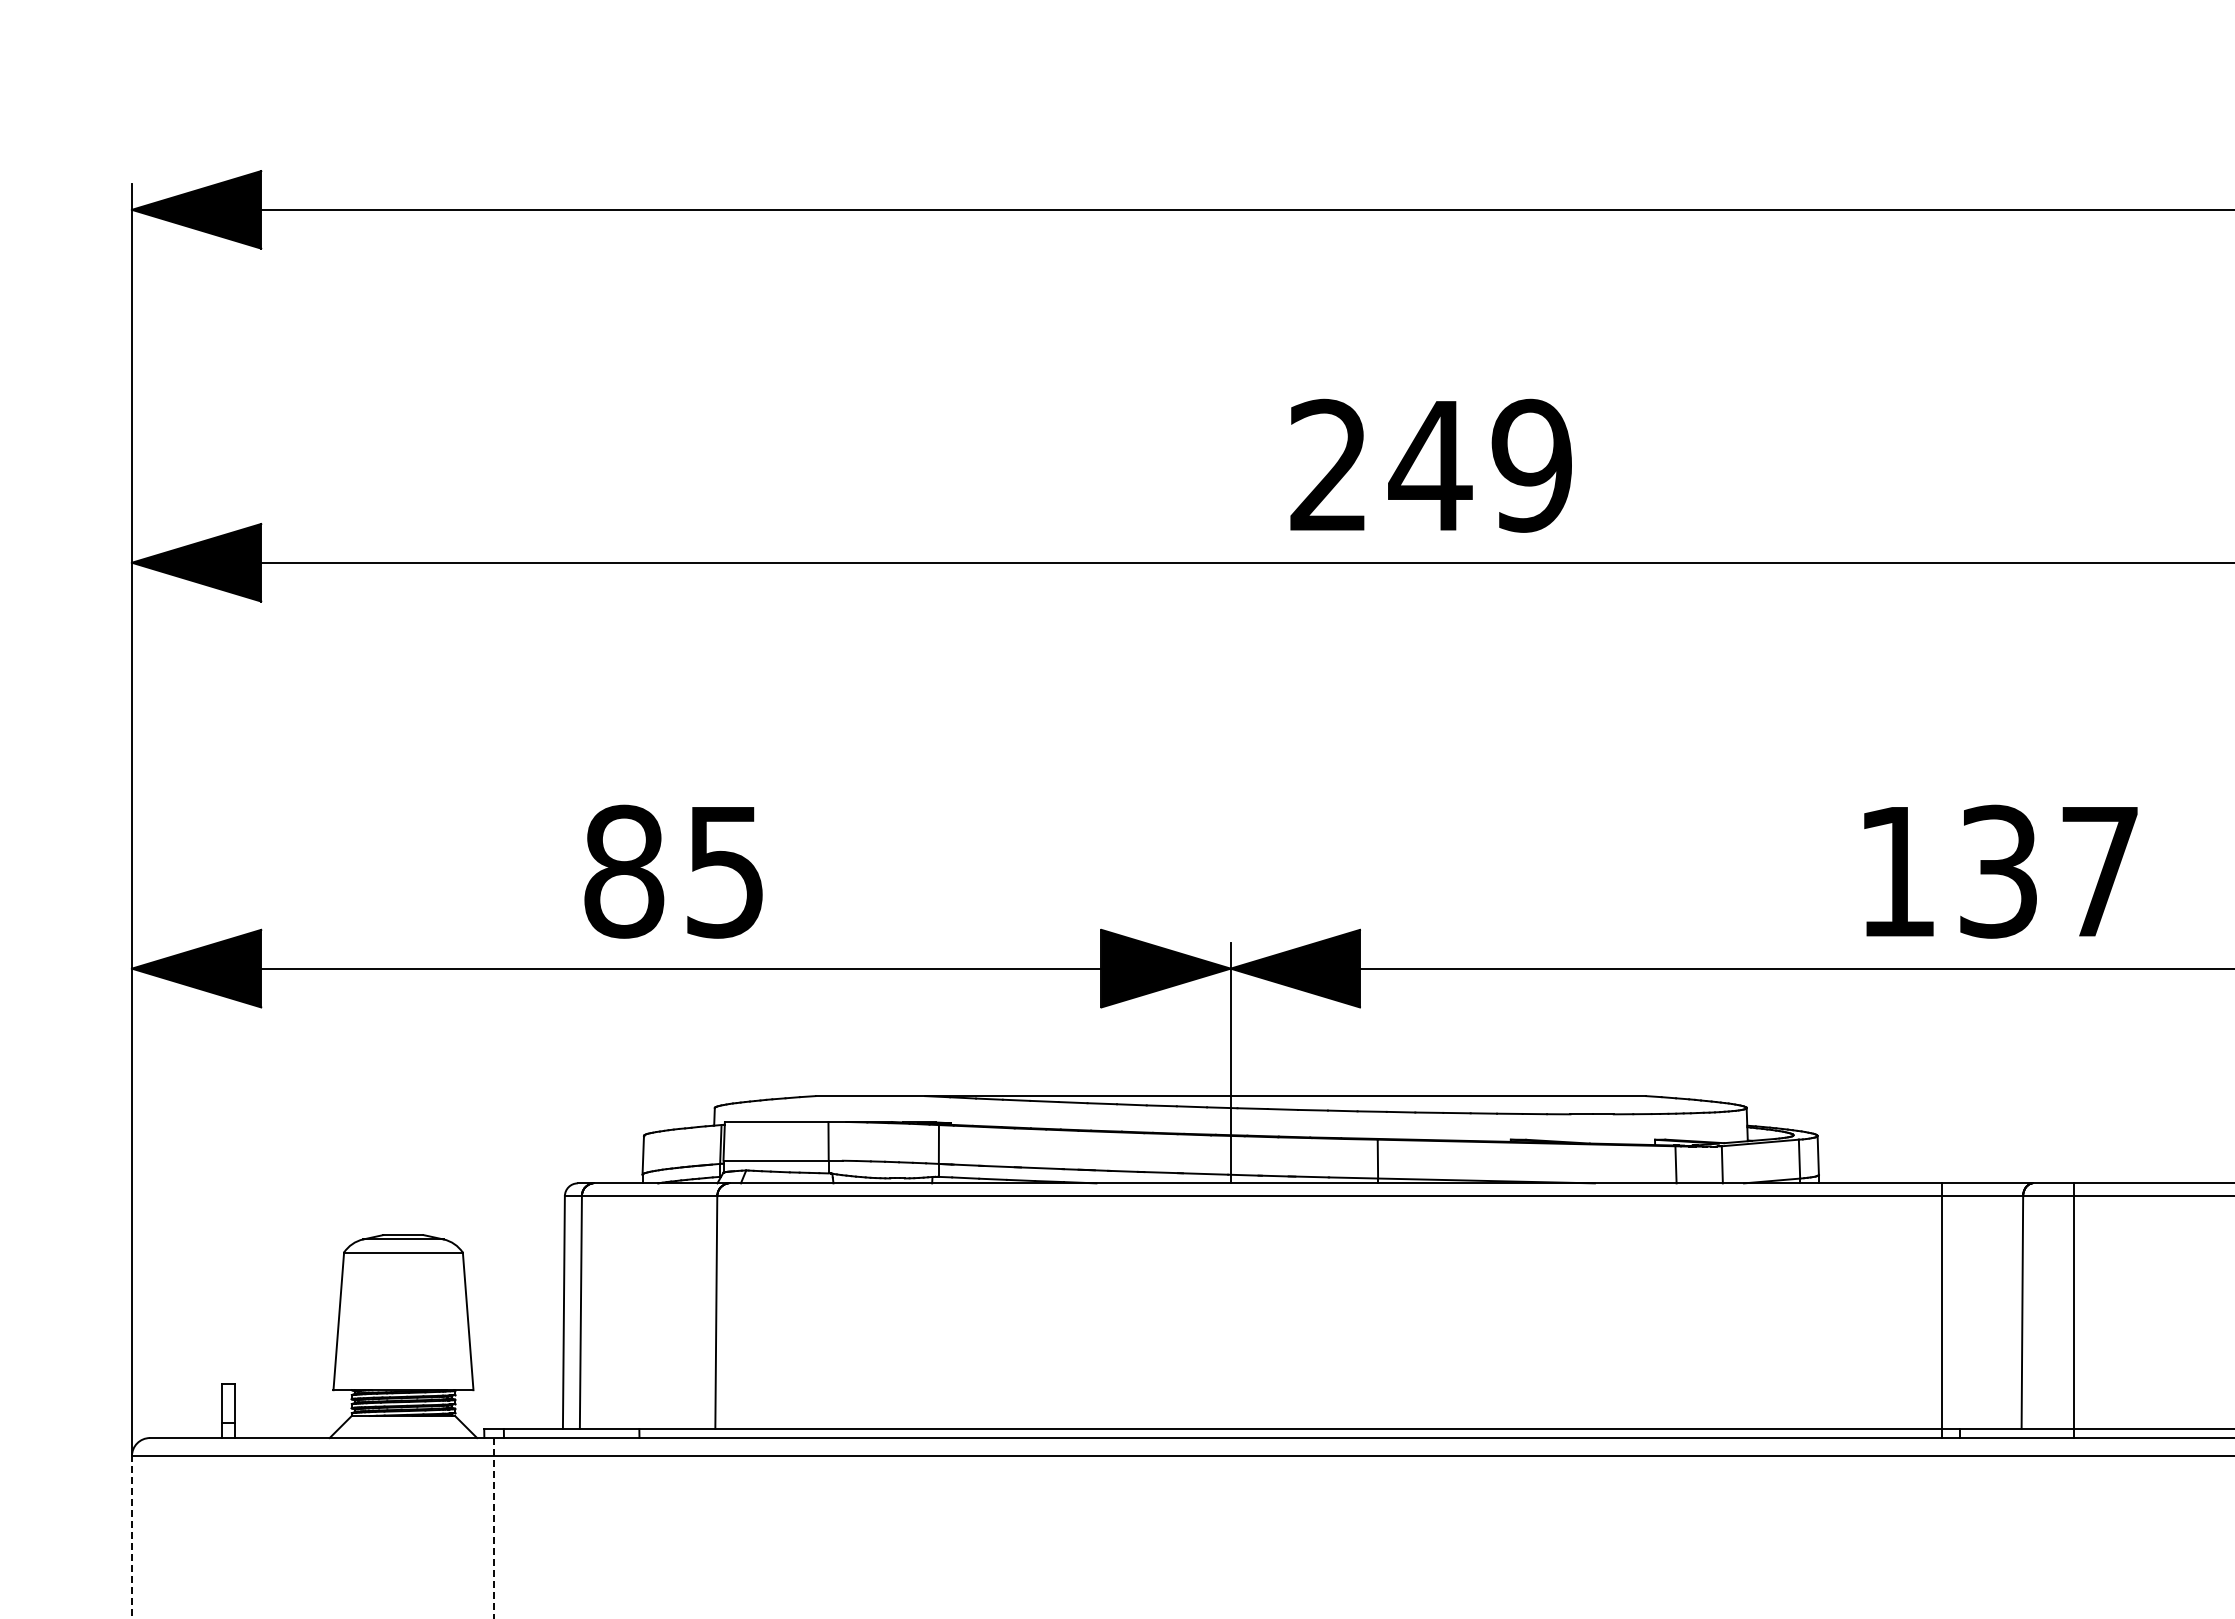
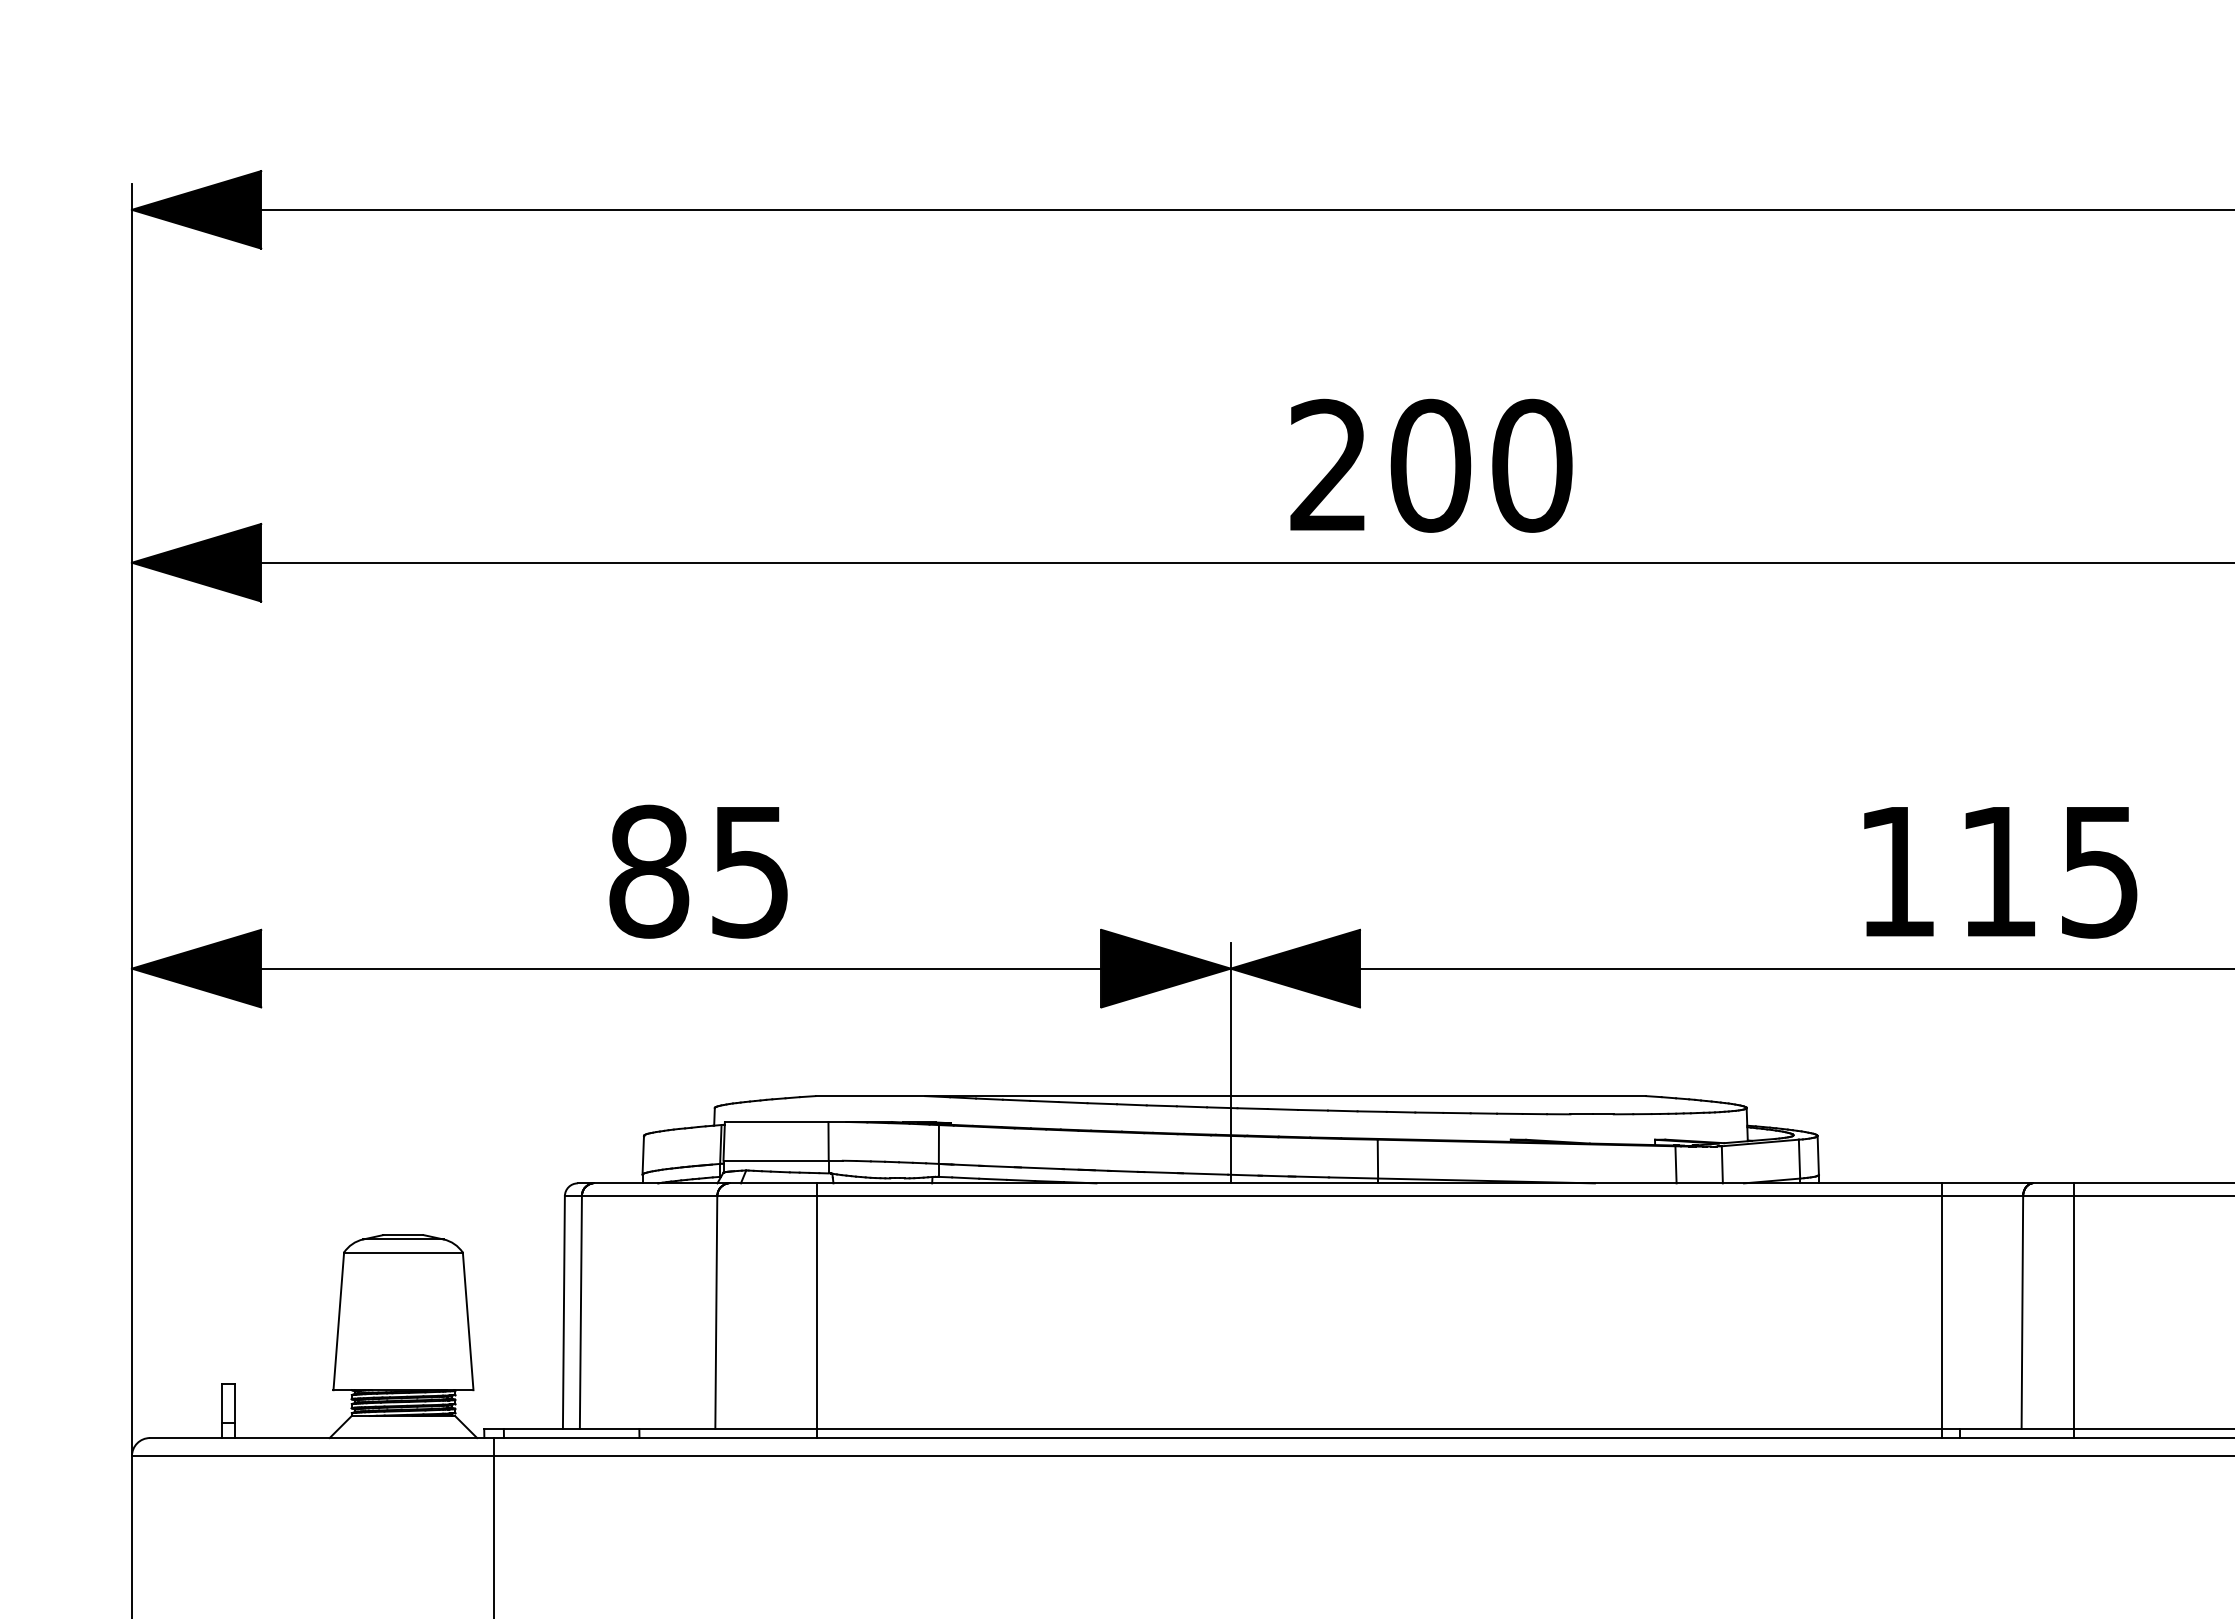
text at (1480, 465): 249 -> 200
text at (673, 871) position: (673, 871) -> (698, 871)
text at (2048, 871): 137 -> 115
line at (817, 1310): none -> present
line at (493, 1529): dashed -> solid
line at (131, 1536): dashed -> solid
